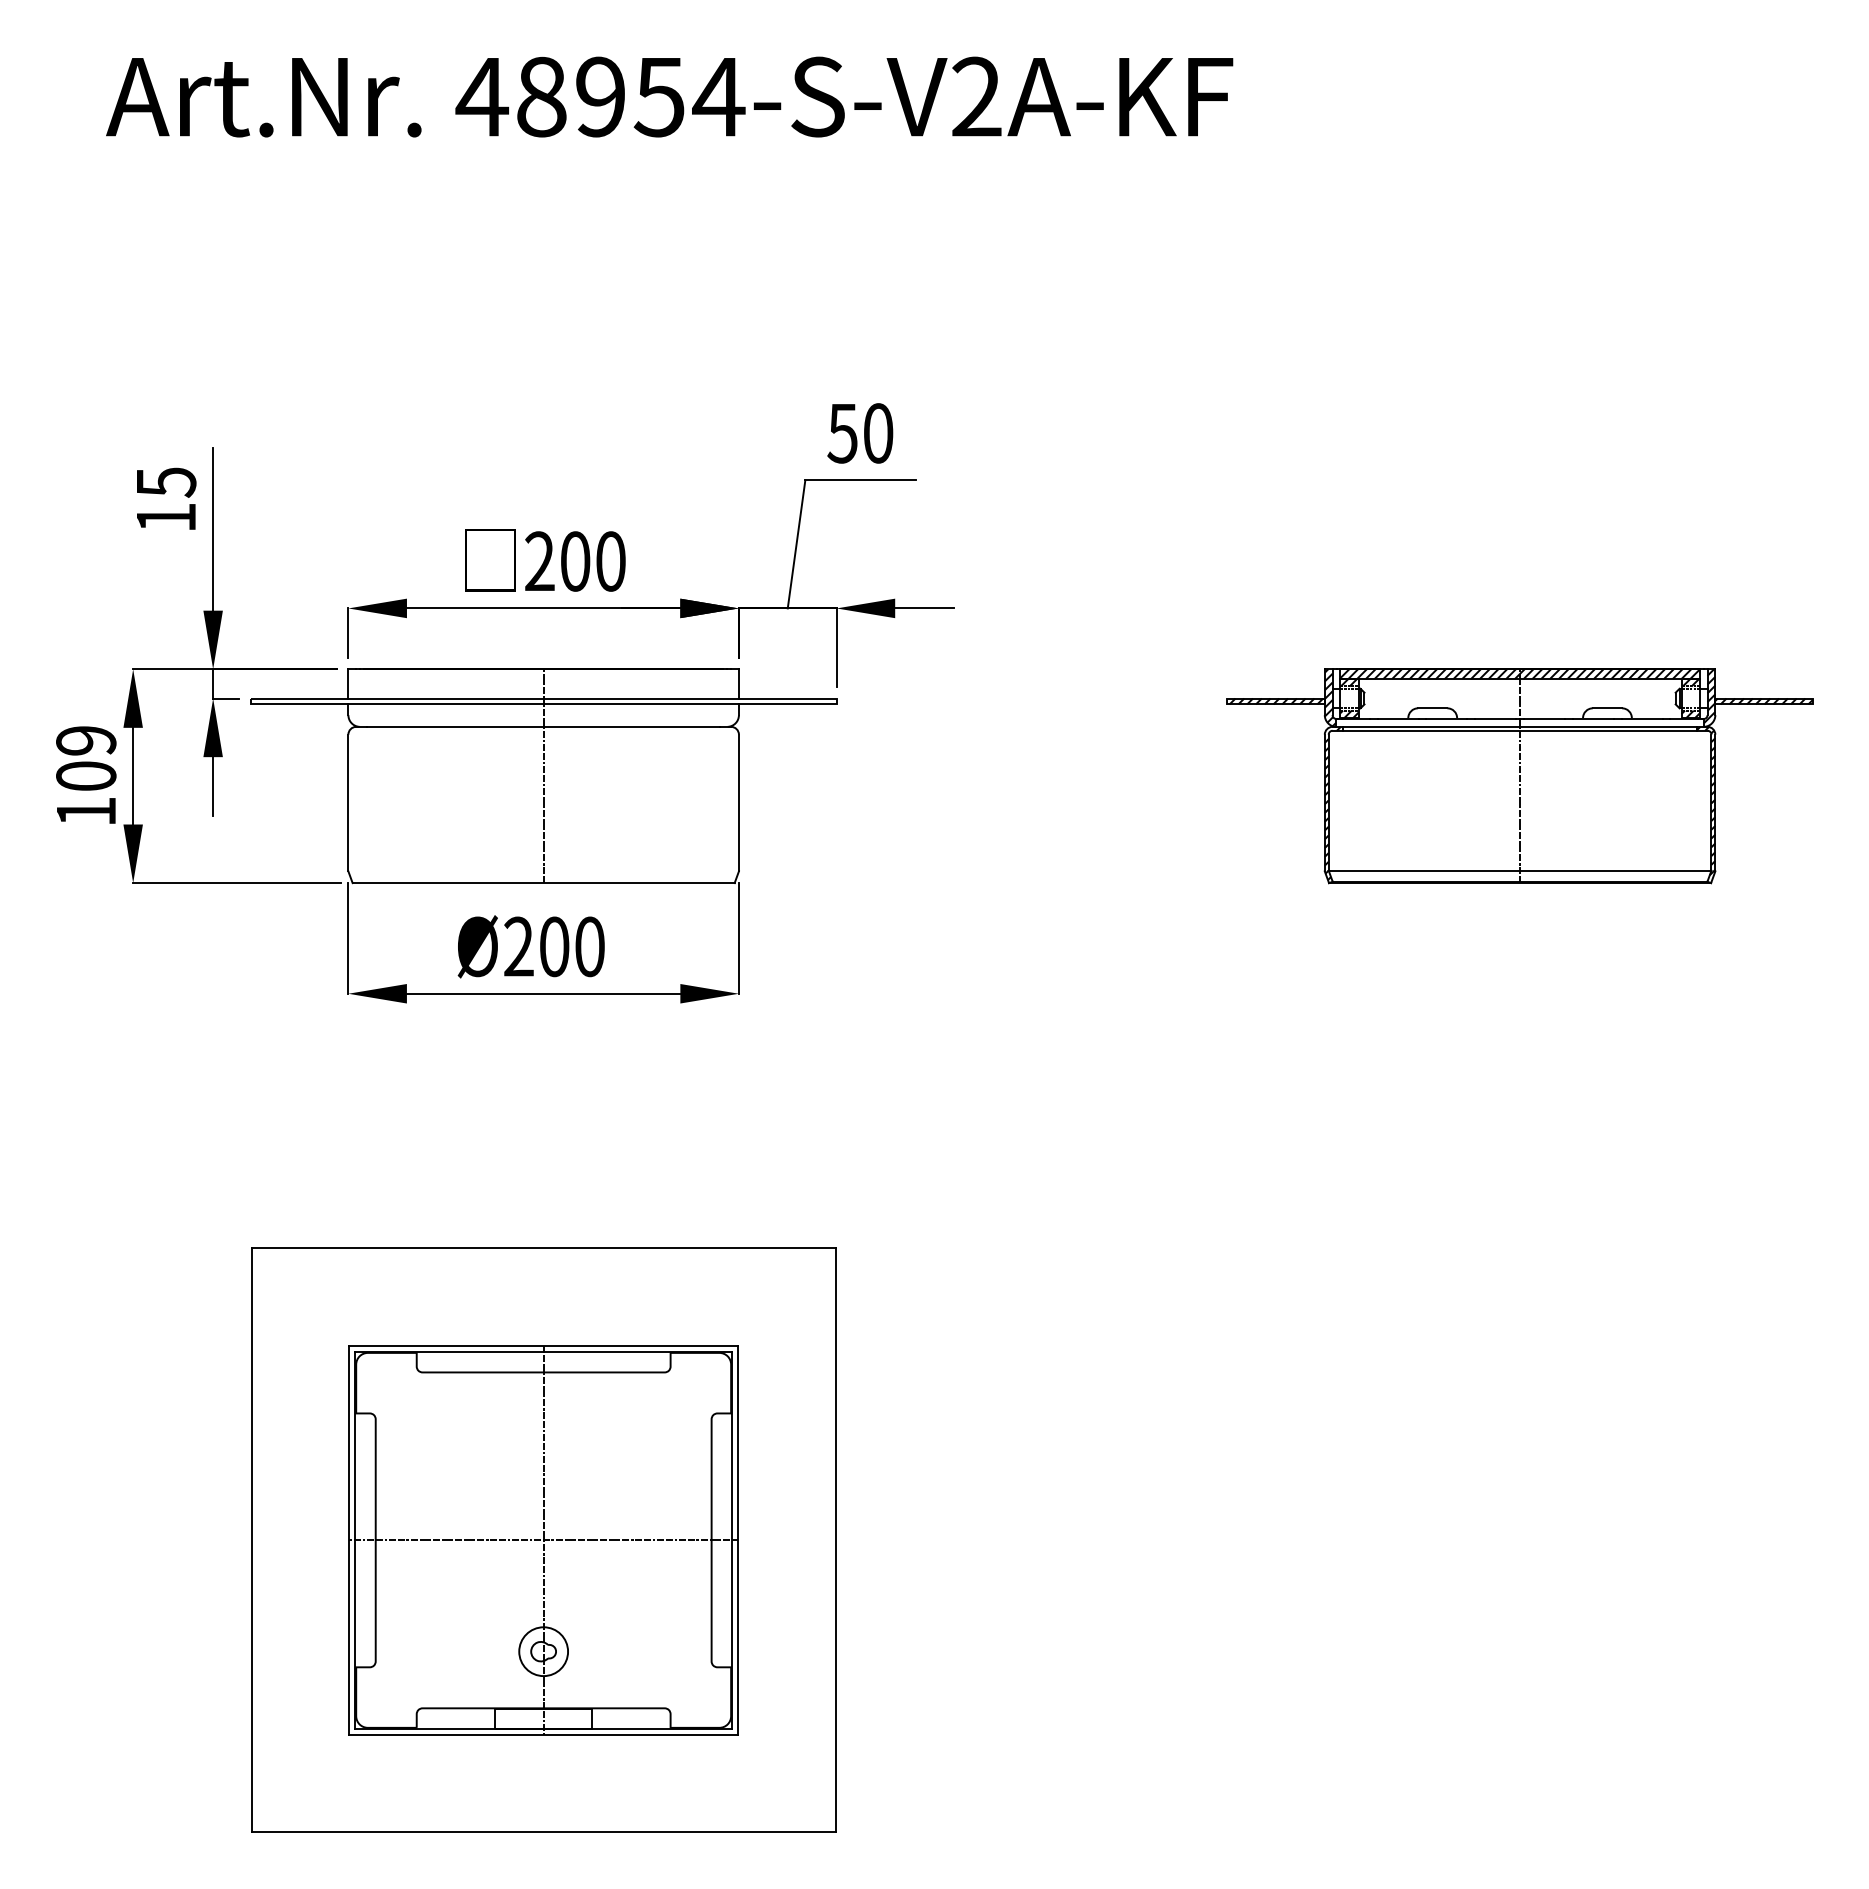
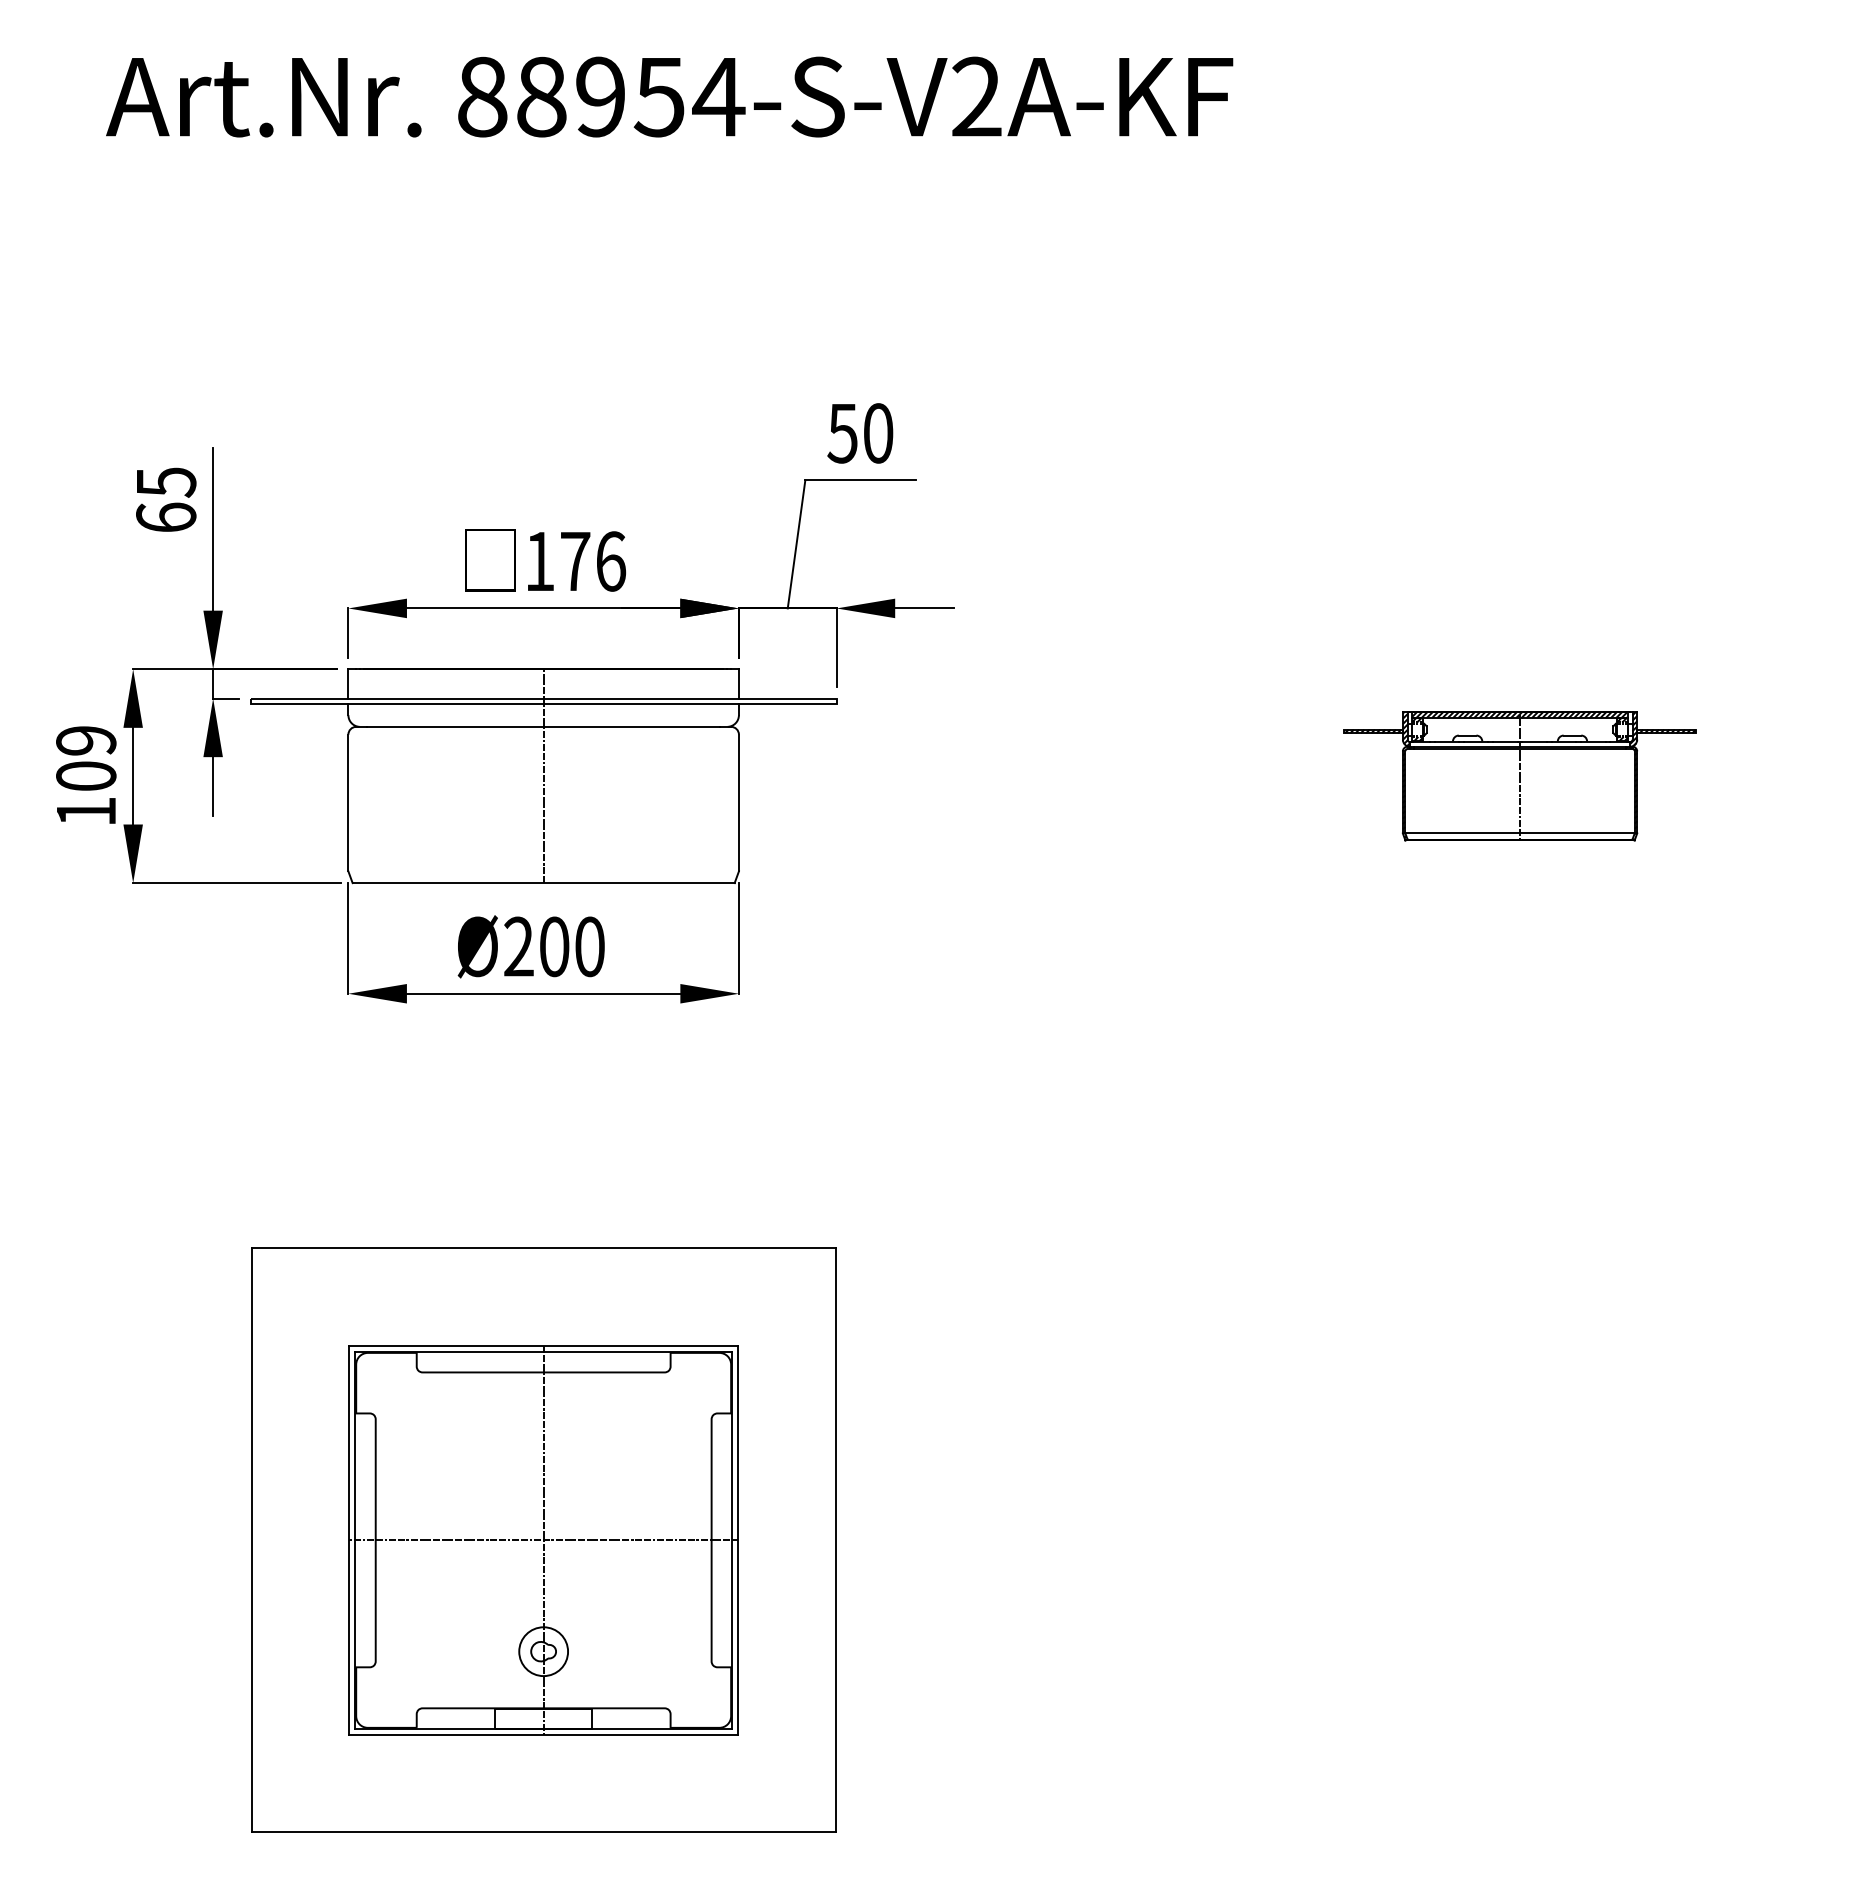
text at (482, 96): 48954-S-V2A-KF -> 88954-S-V2A-KF
text at (166, 516): 15 -> 65
text at (575, 561): 200 -> 176
part at (1519, 776) size: 588x217 px -> 354x131 px
